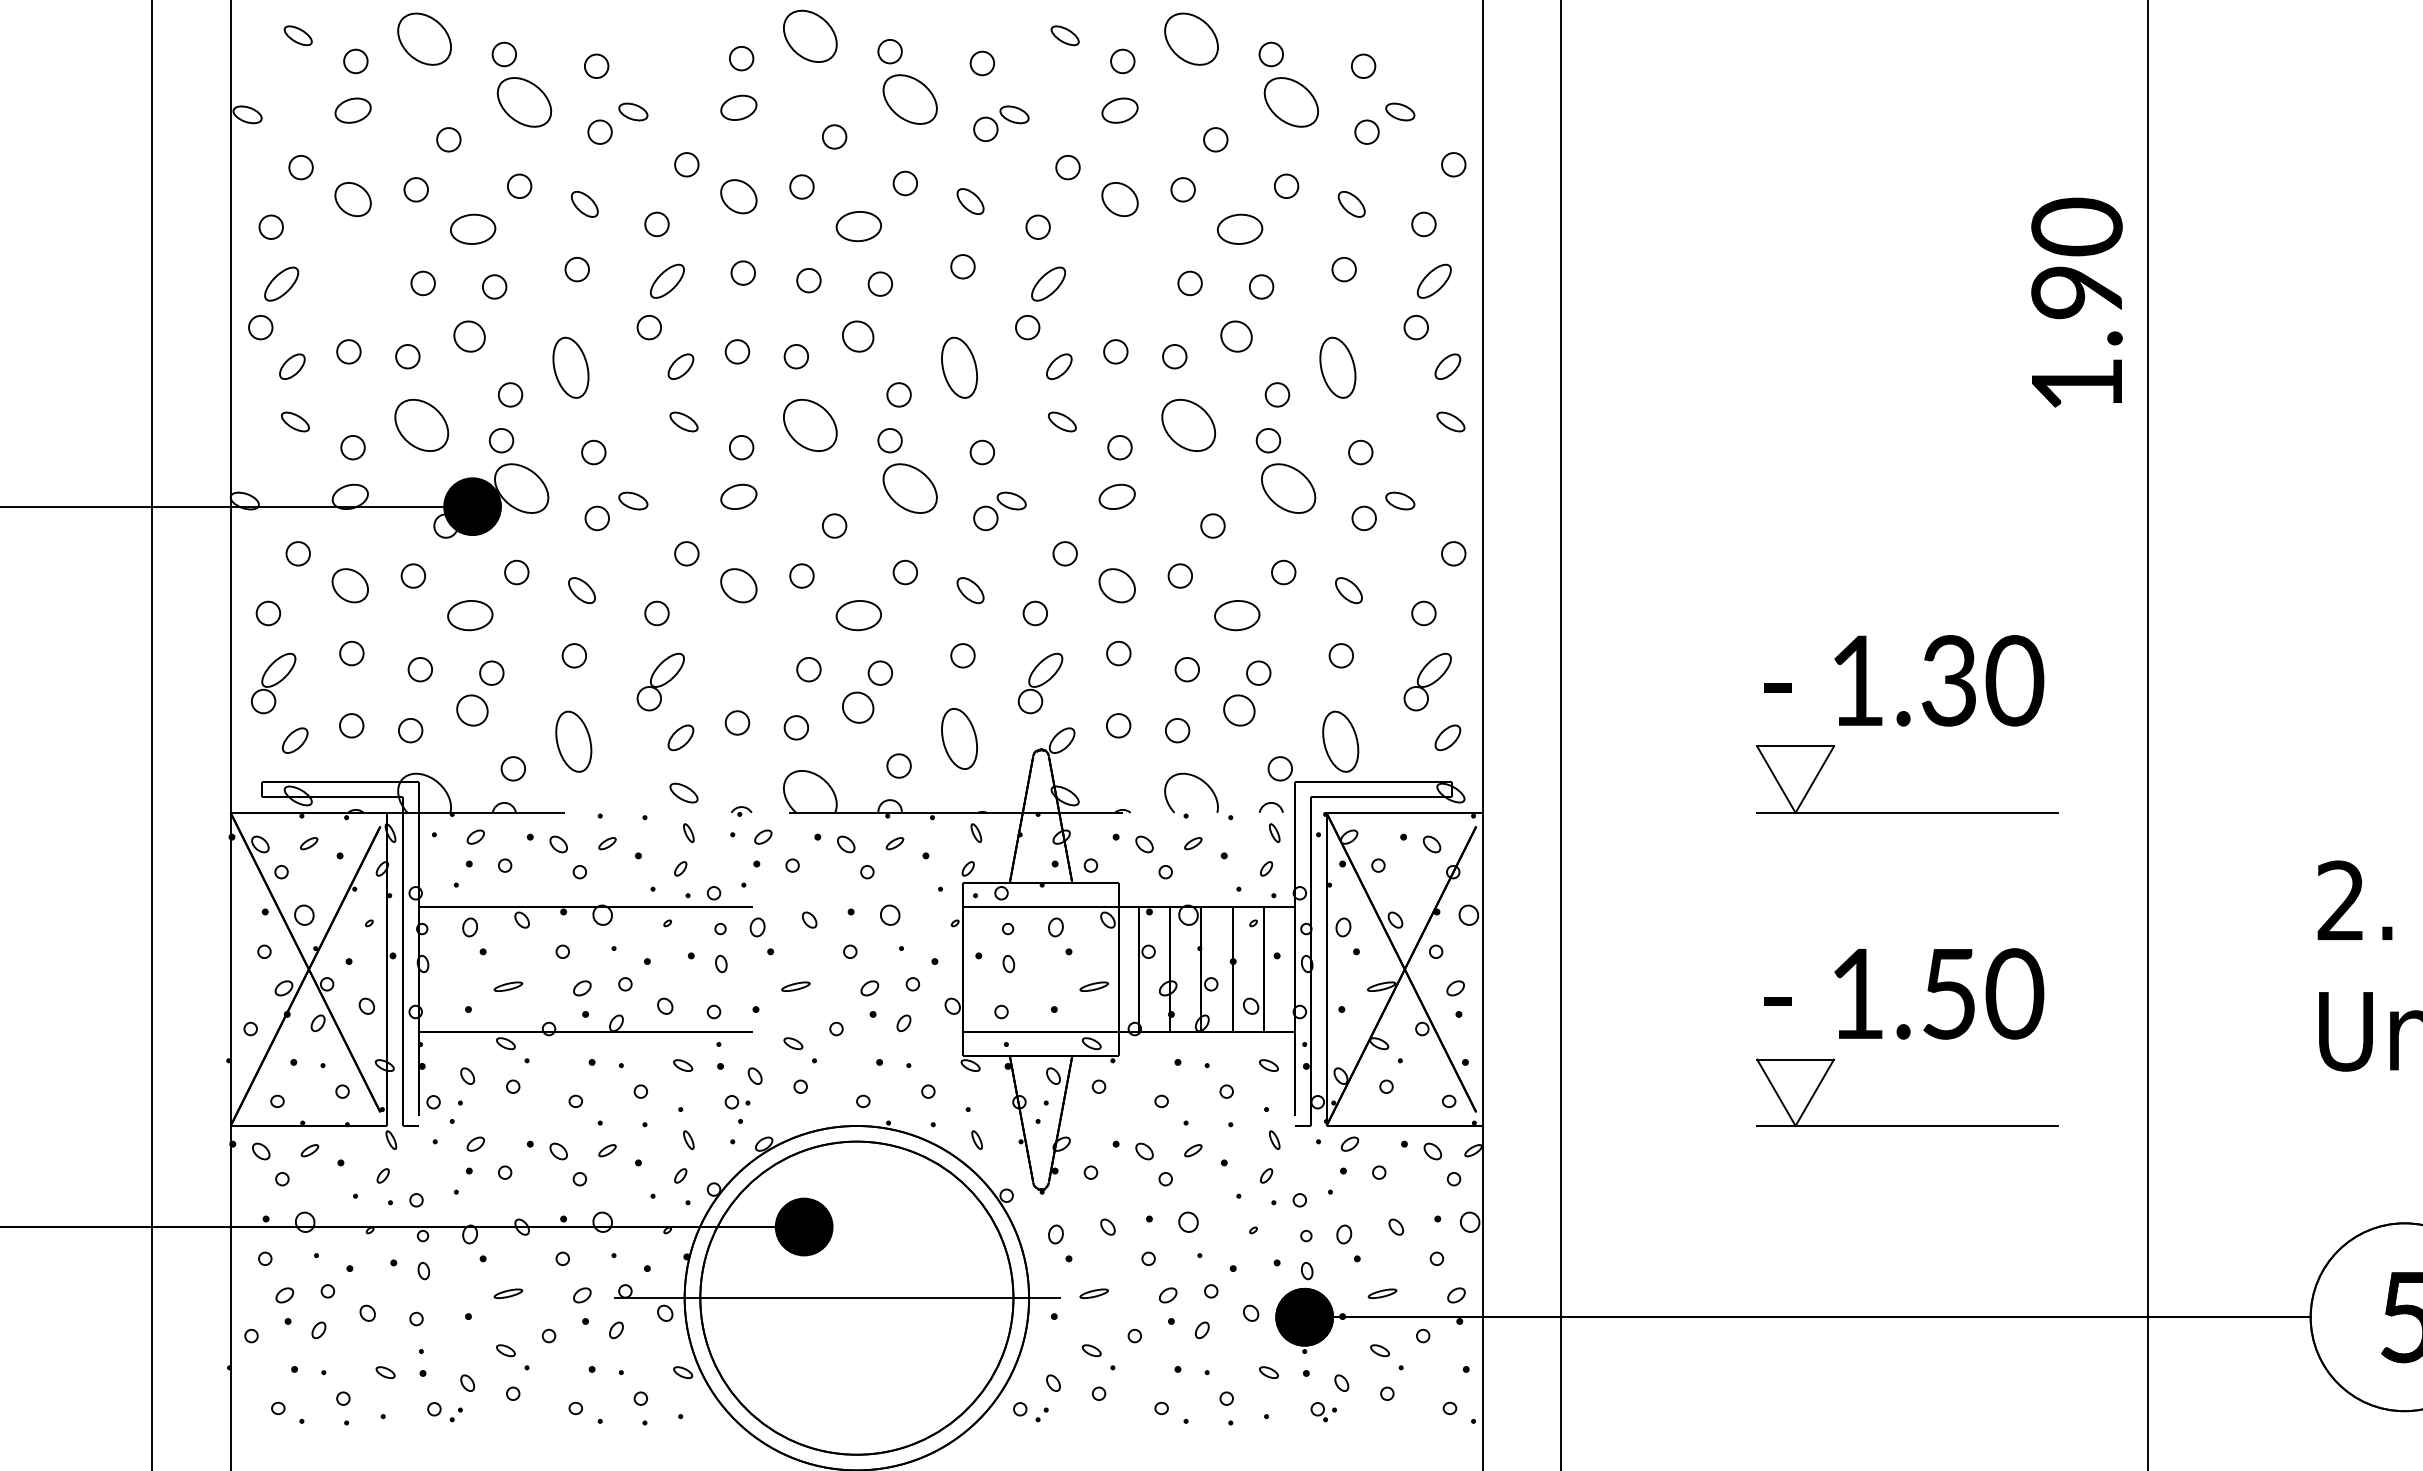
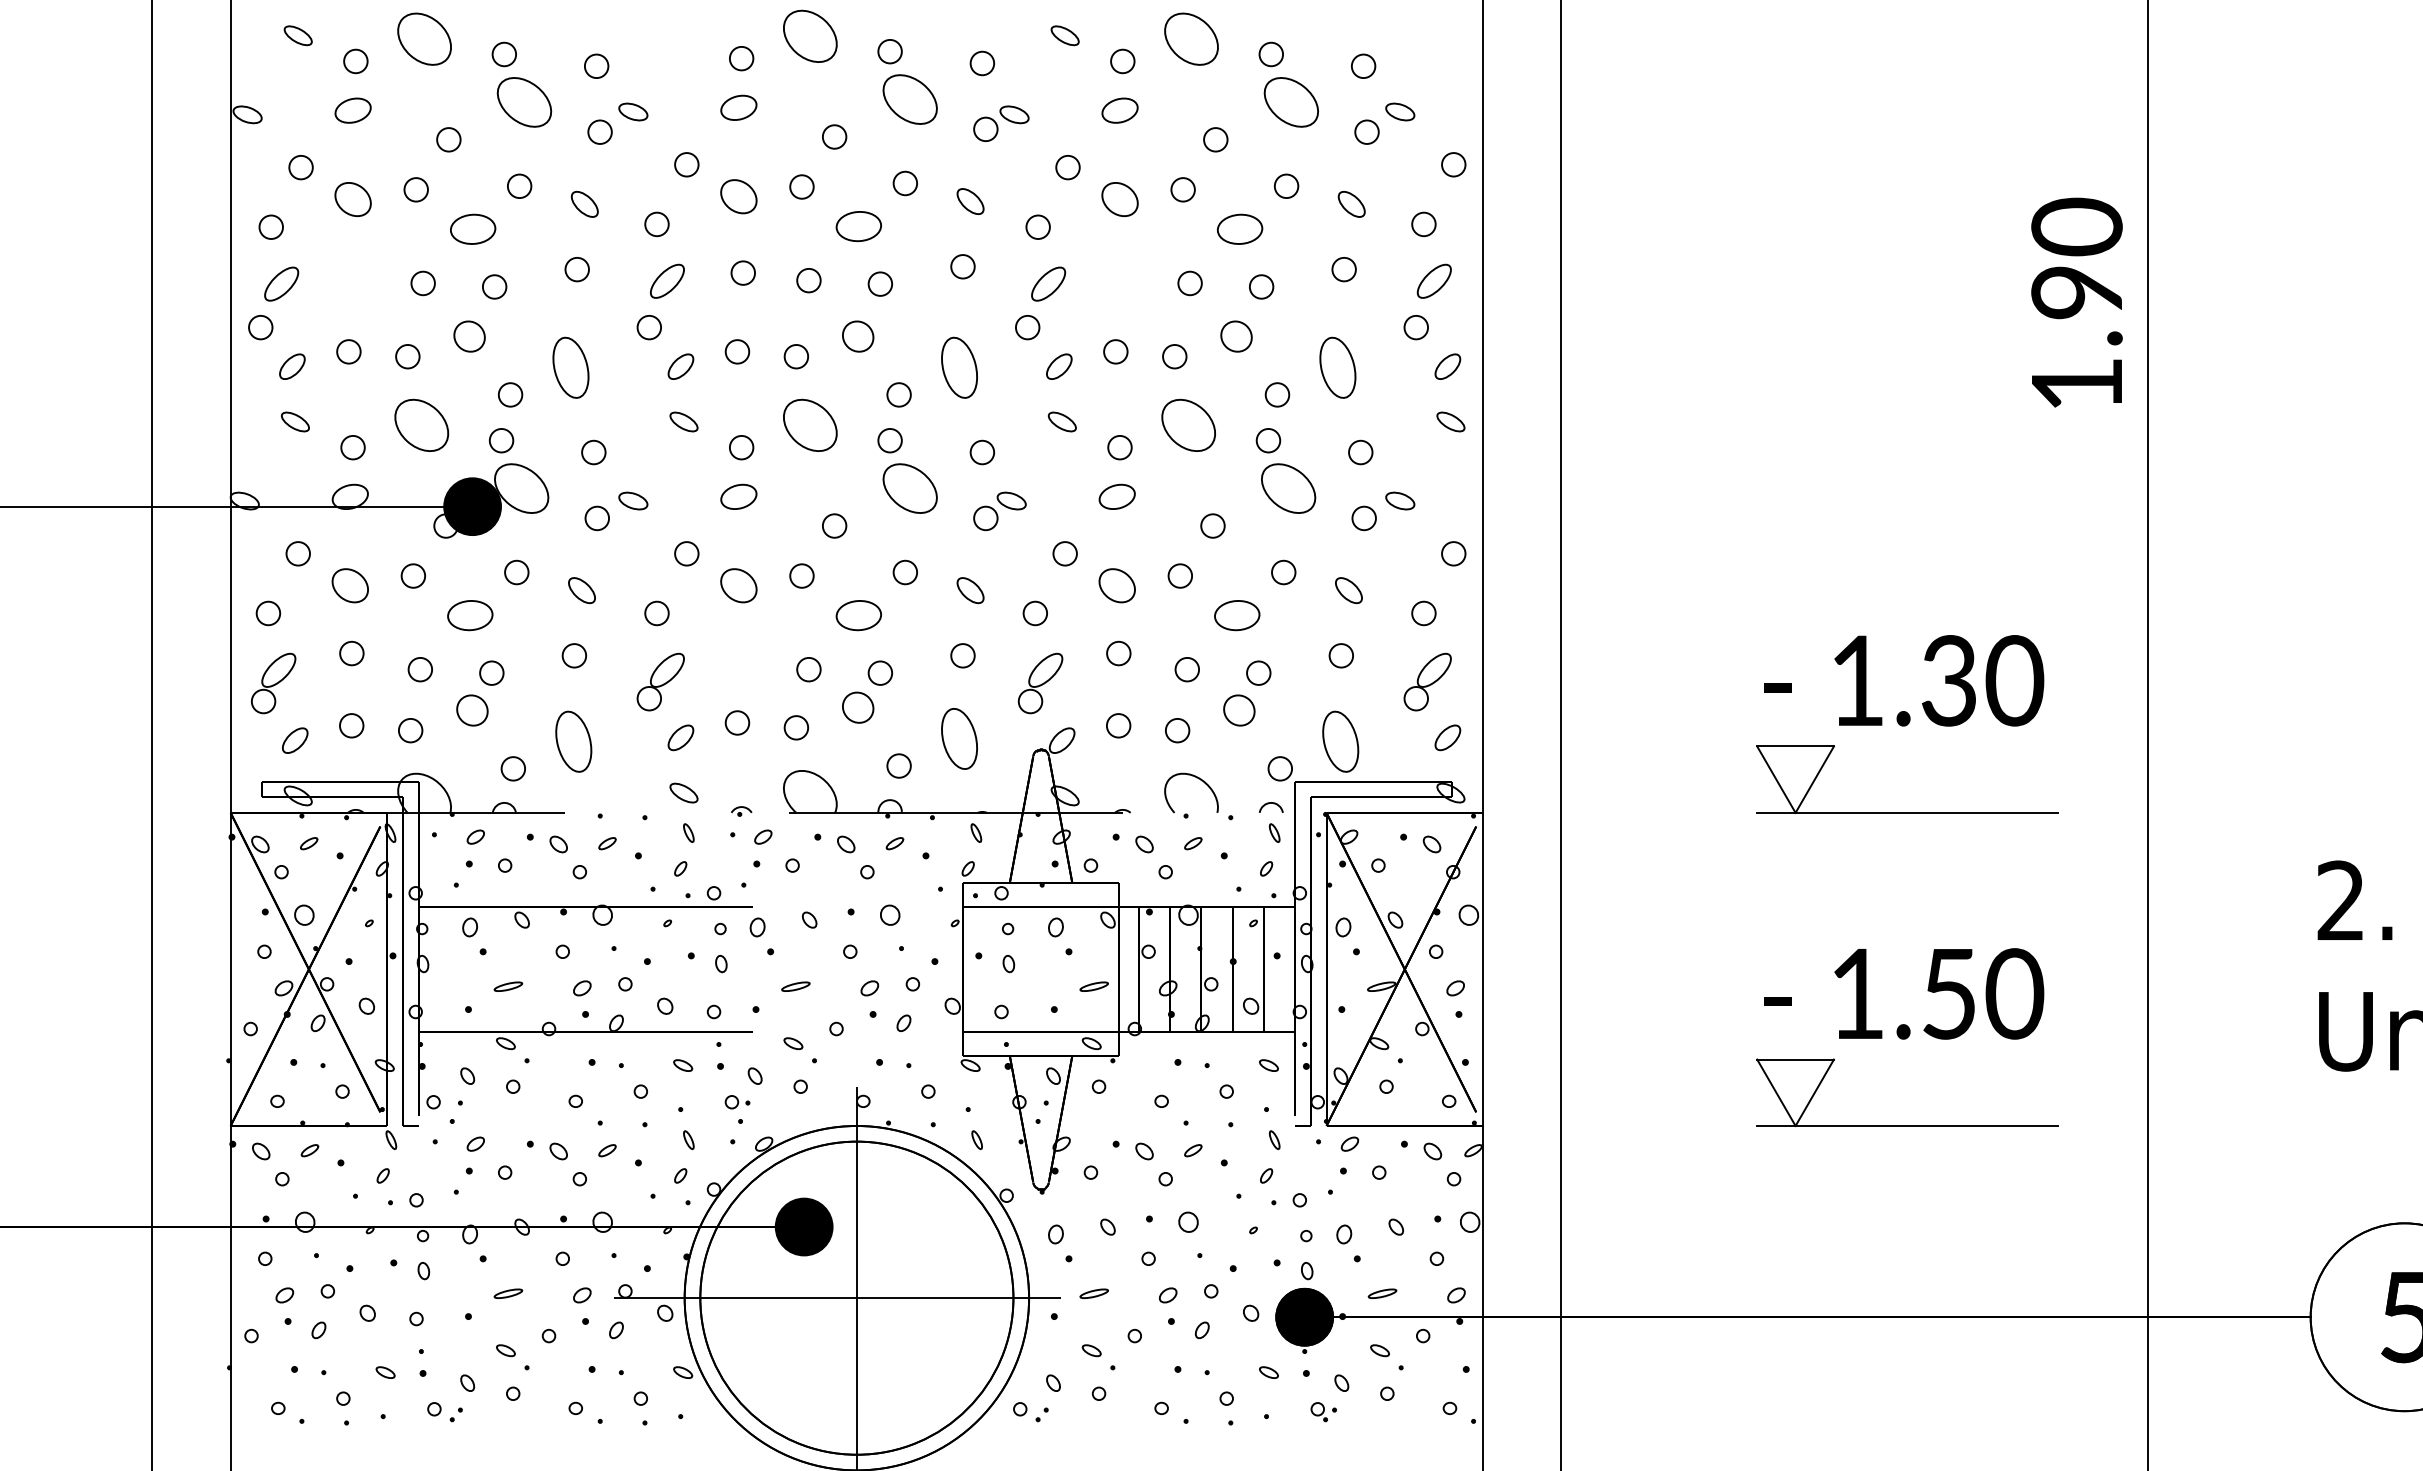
line at (856, 1257): none -> present
